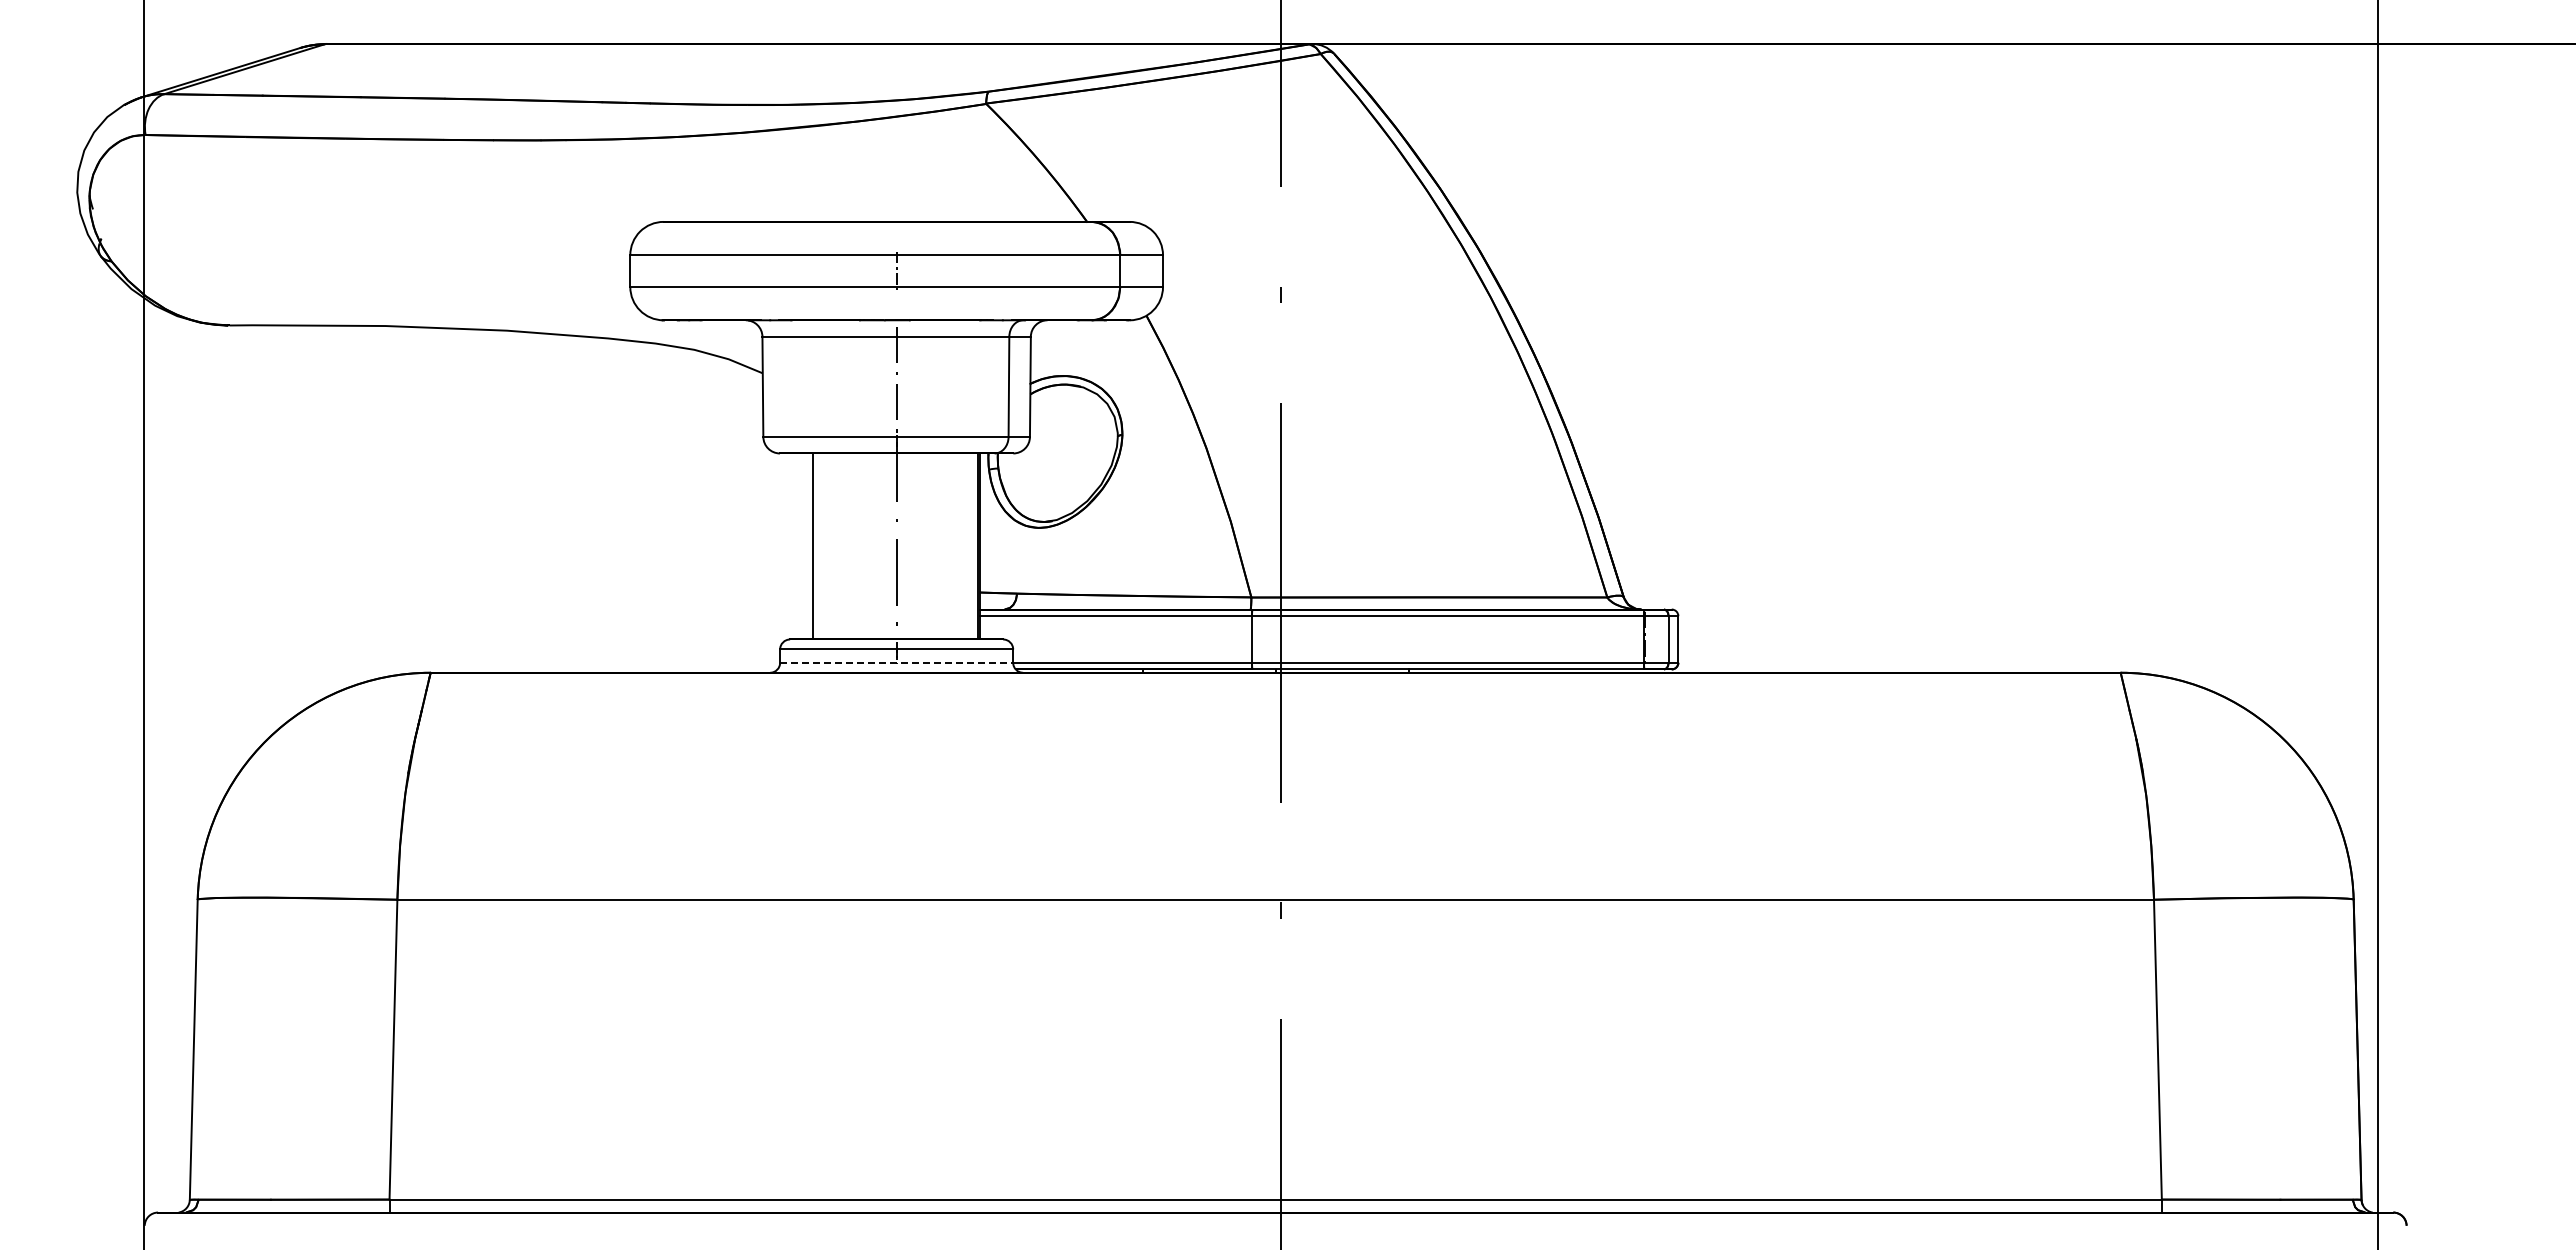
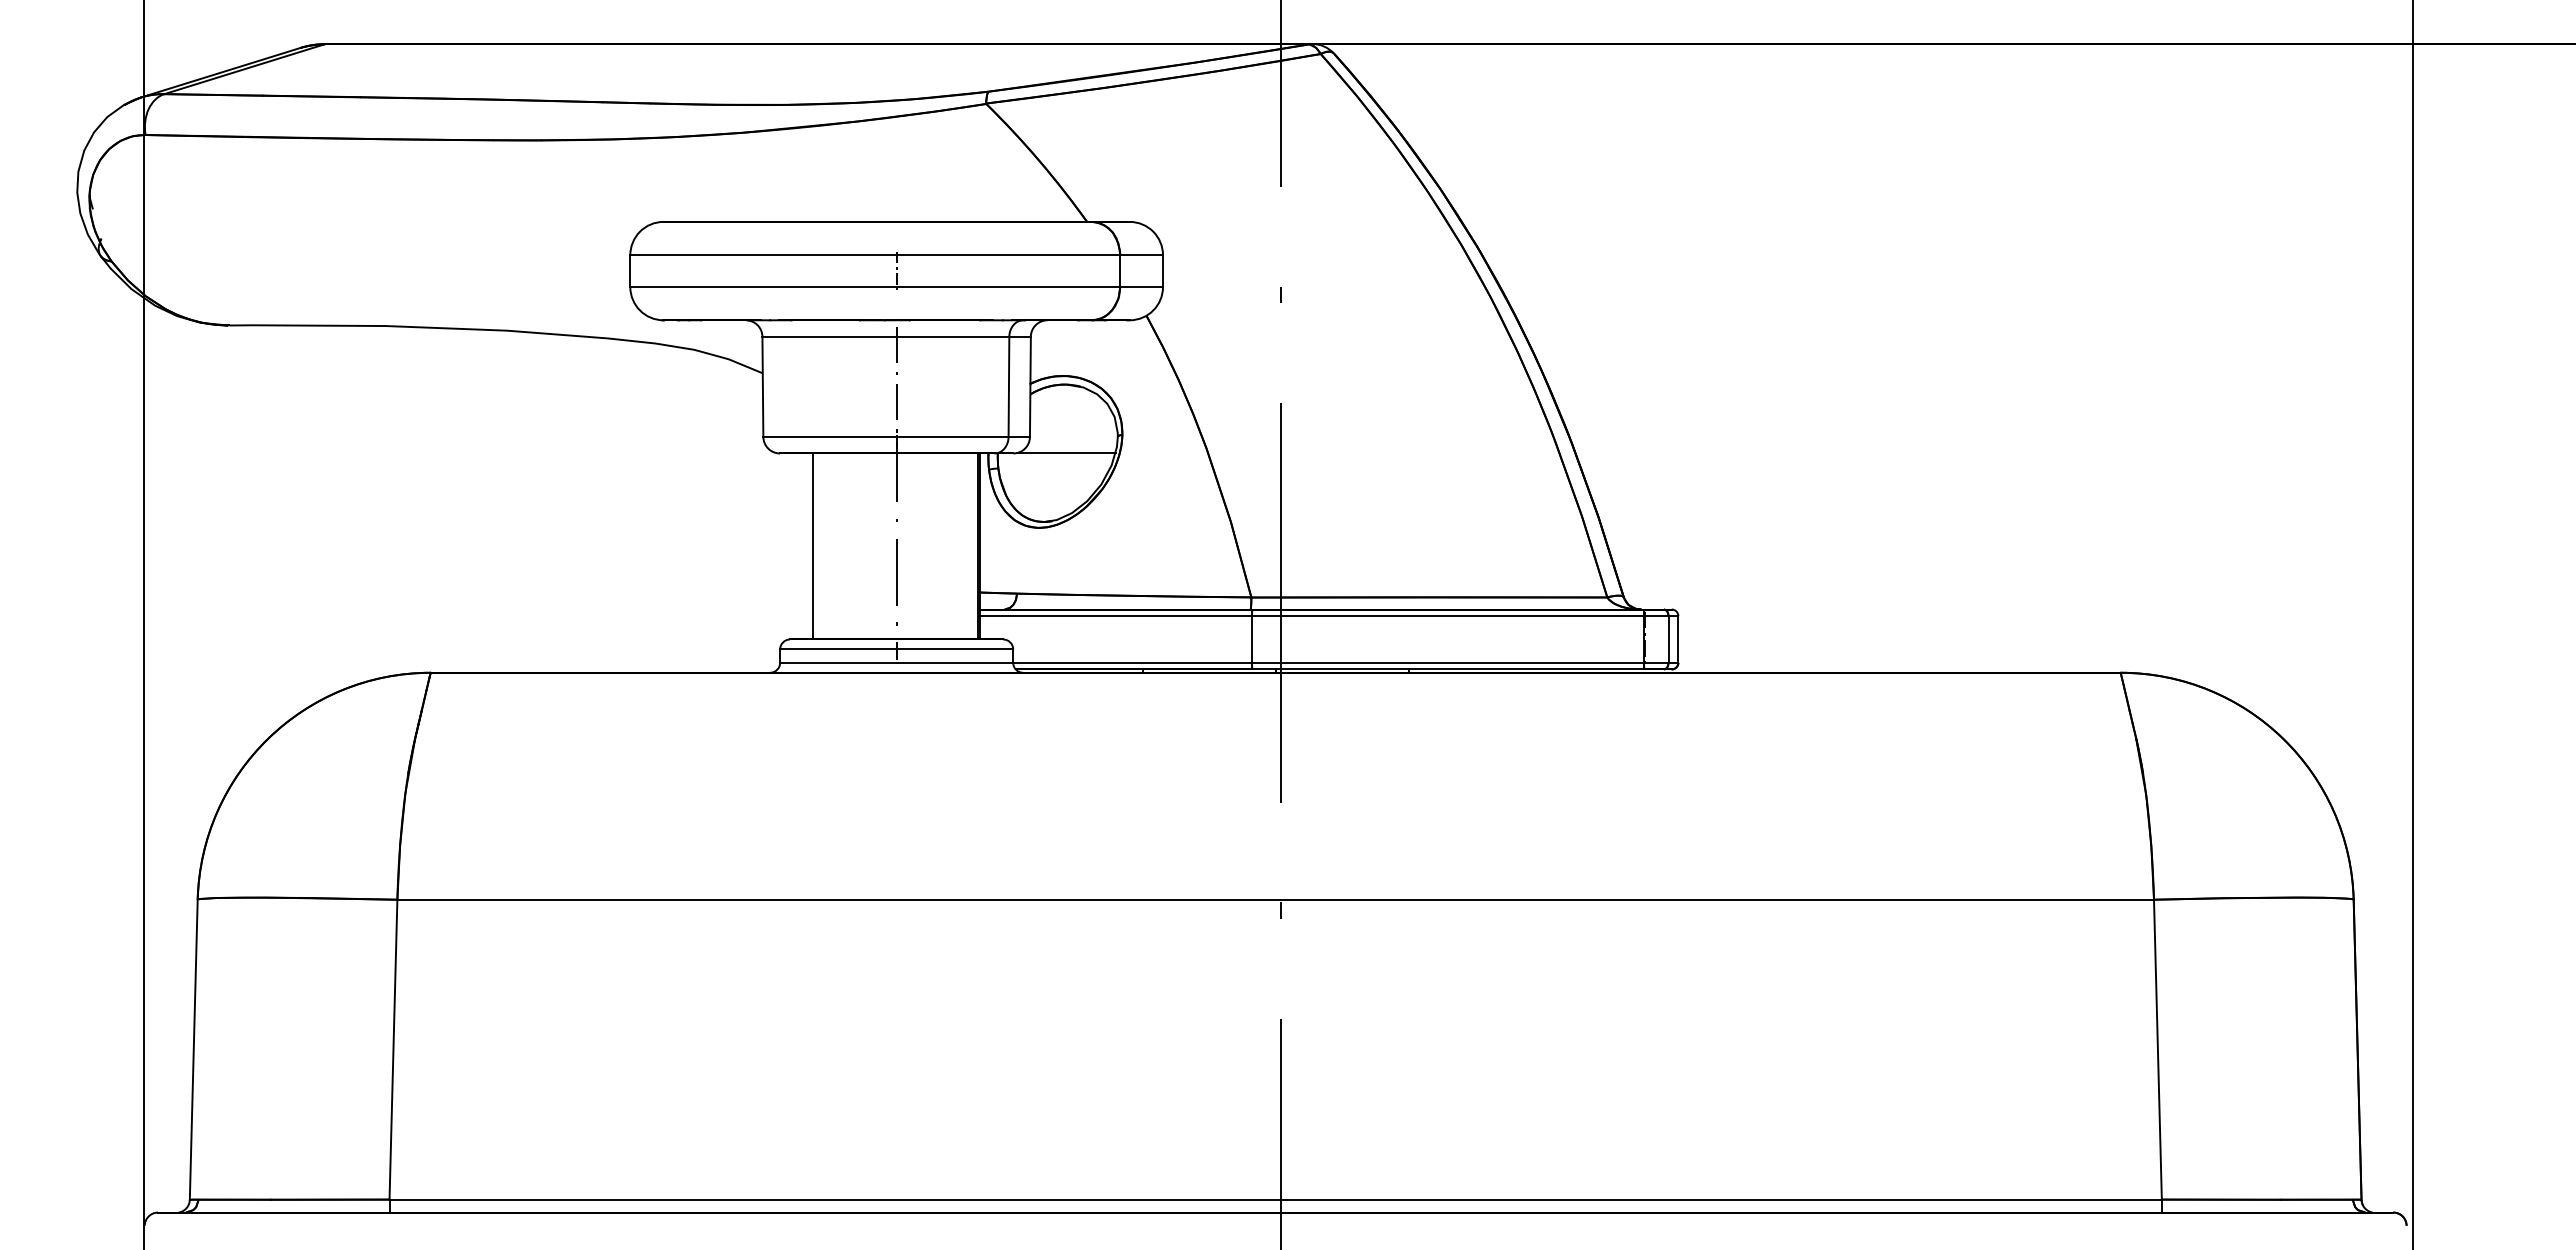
line at (1066, 453): none -> present
line at (2378, 624) position: (2378, 624) -> (2413, 624)
line at (896, 662): dashed -> solid
